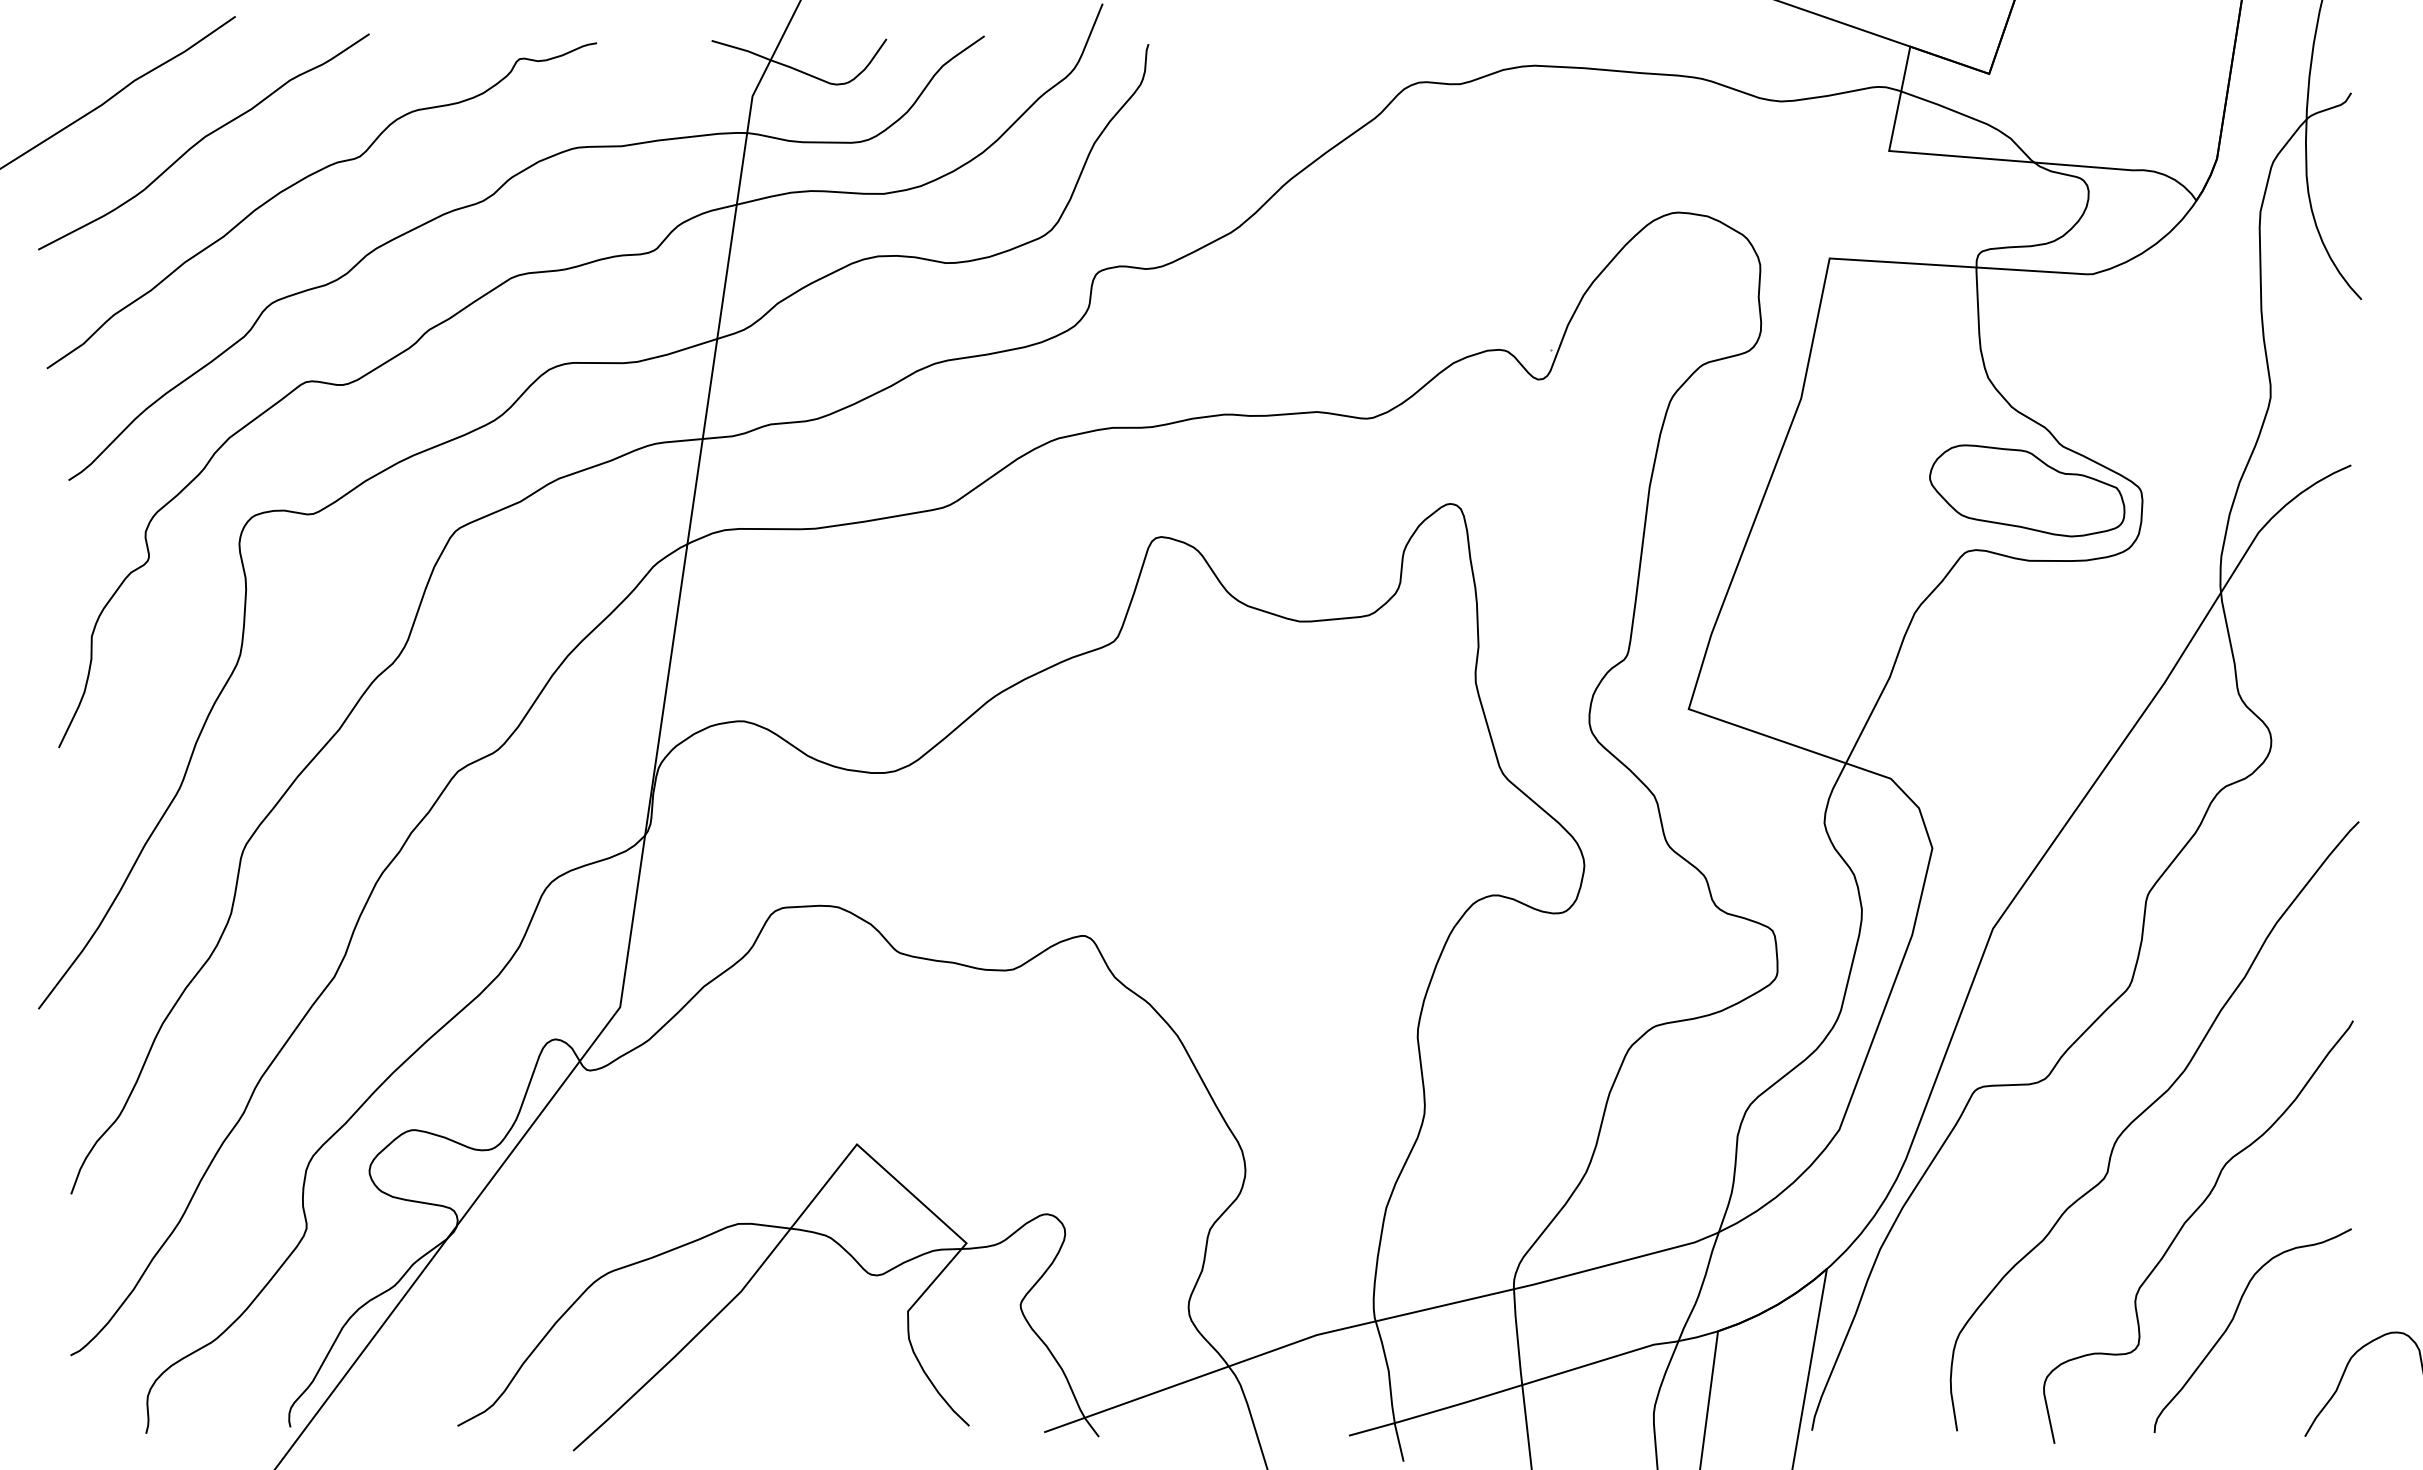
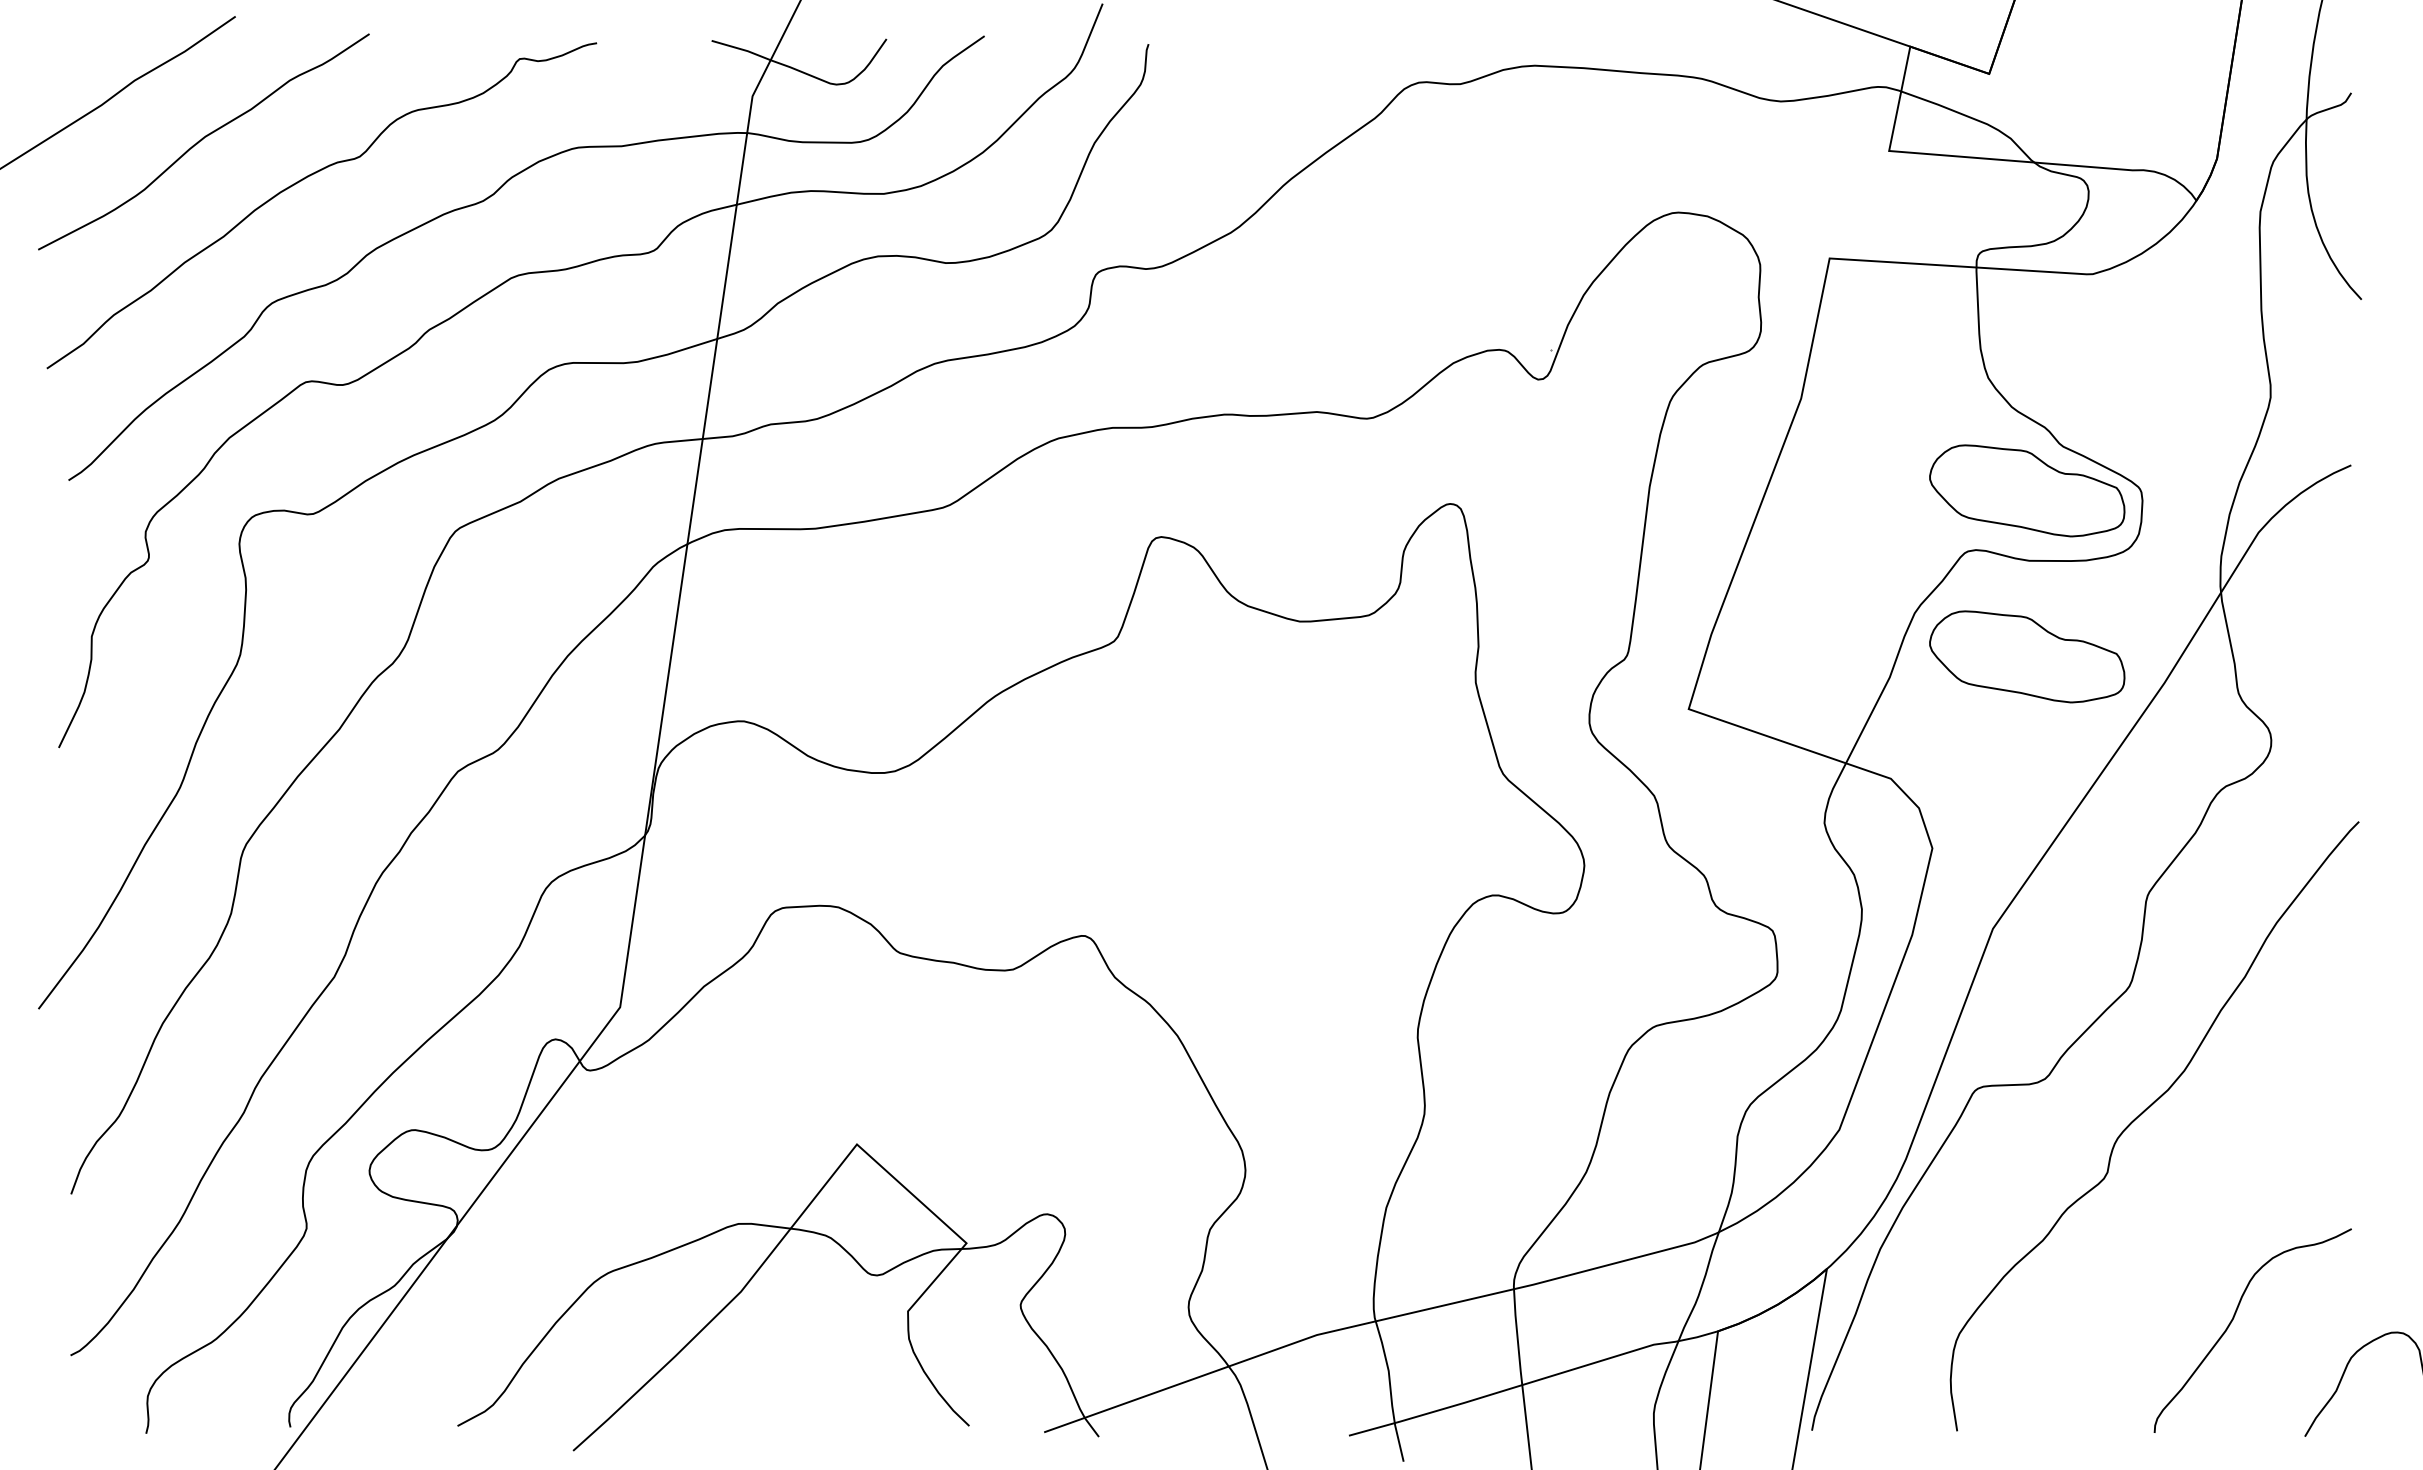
part at (2027, 656): none -> present
curve at (2188, 1220): present -> none
